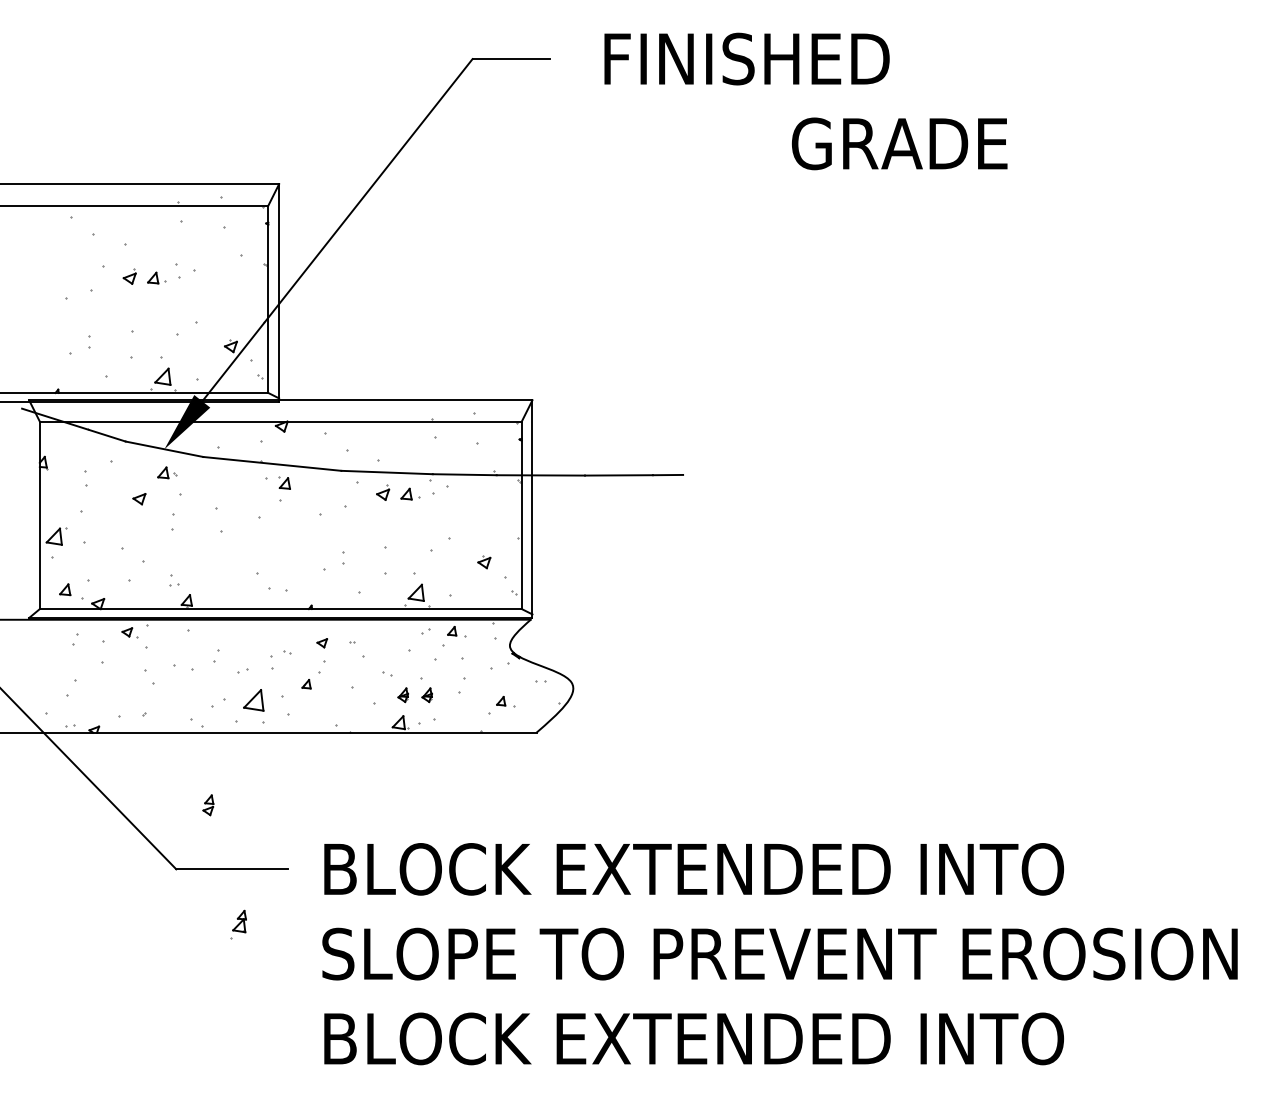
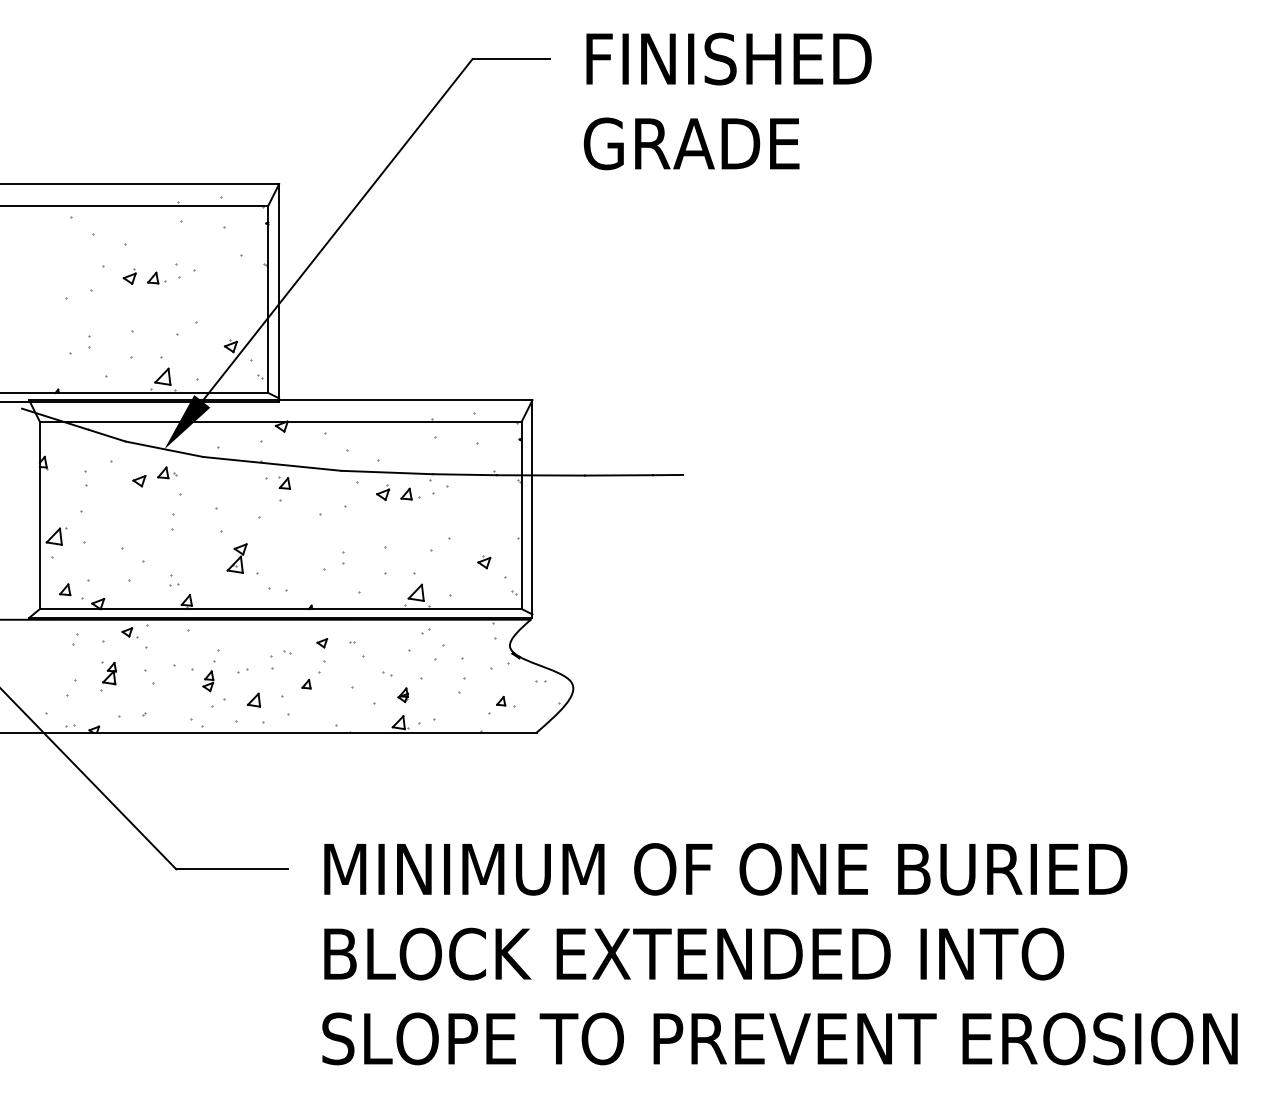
text at (746, 58) position: (746, 58) -> (728, 58)
text at (899, 143) position: (899, 143) -> (691, 143)
part at (139, 499) position: (139, 499) -> (139, 481)
part at (236, 558): none -> present
part at (456, 631): present -> none
part at (426, 695): present -> none
part at (253, 700) size: 22x23 px -> 15x16 px
part at (208, 805) position: (208, 805) -> (208, 681)
text at (728, 869): BLOCK EXTENDED INTO -> MINIMUM OF ONE BURIED
part at (238, 924) position: (238, 924) -> (108, 676)
text at (779, 953): SLOPE TO PREVENT EROSION -> BLOCK EXTENDED INTO
text at (779, 1038): BLOCK EXTENDED INTO -> SLOPE TO PREVENT EROSION
